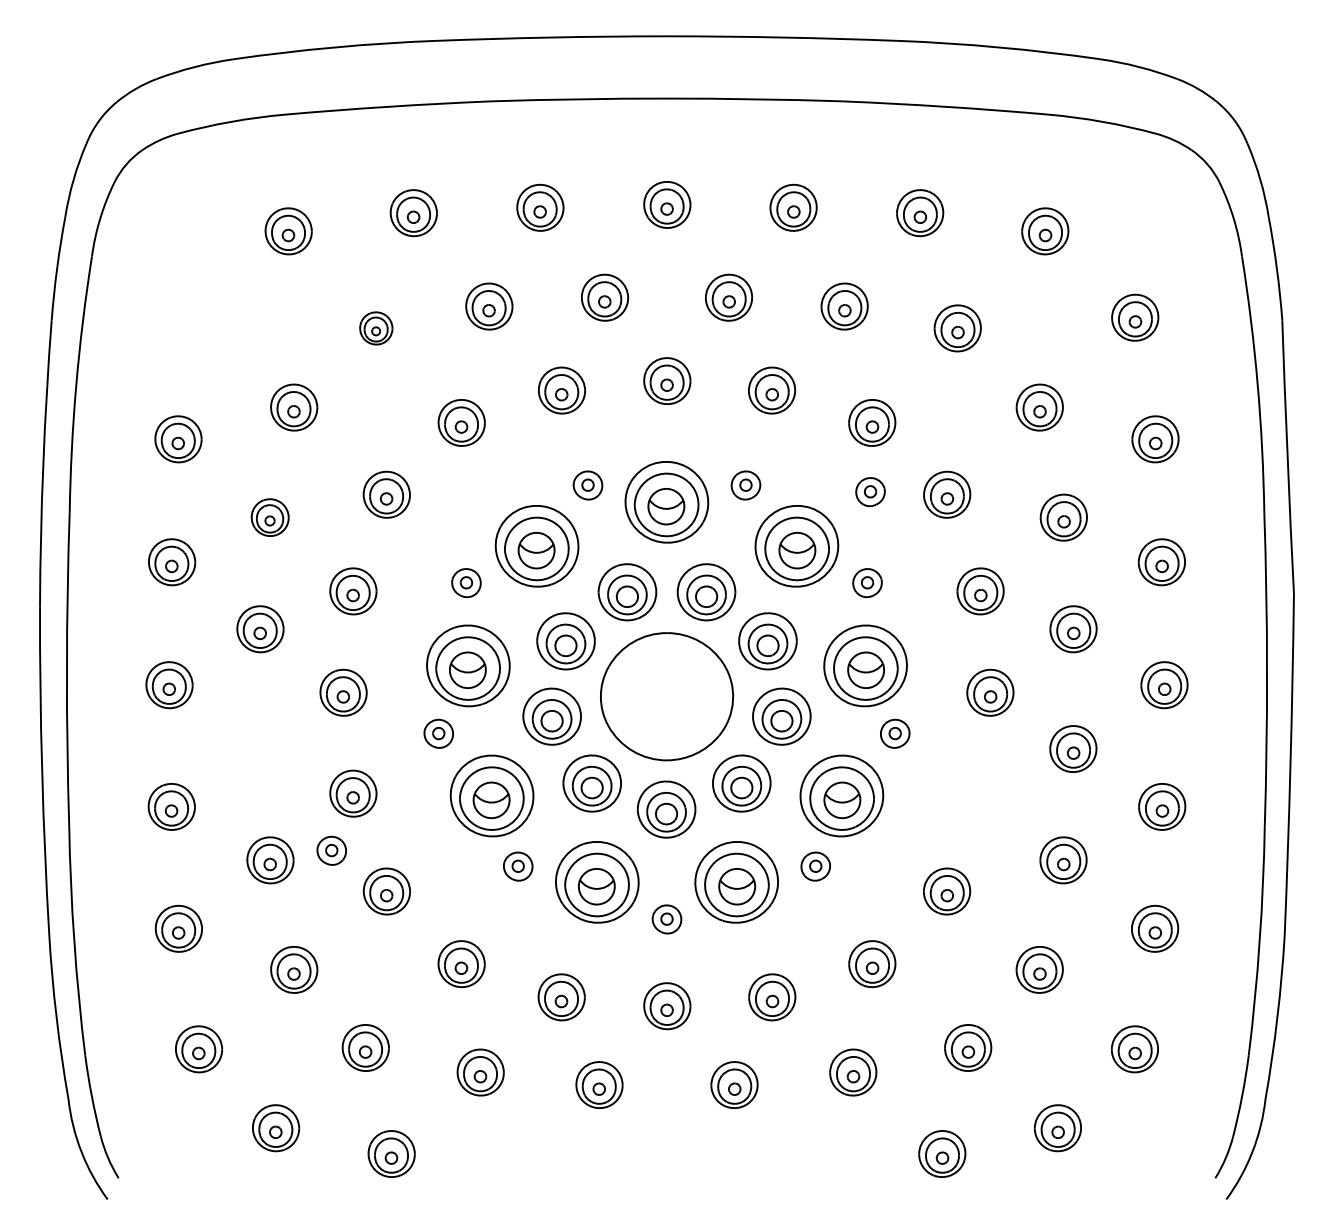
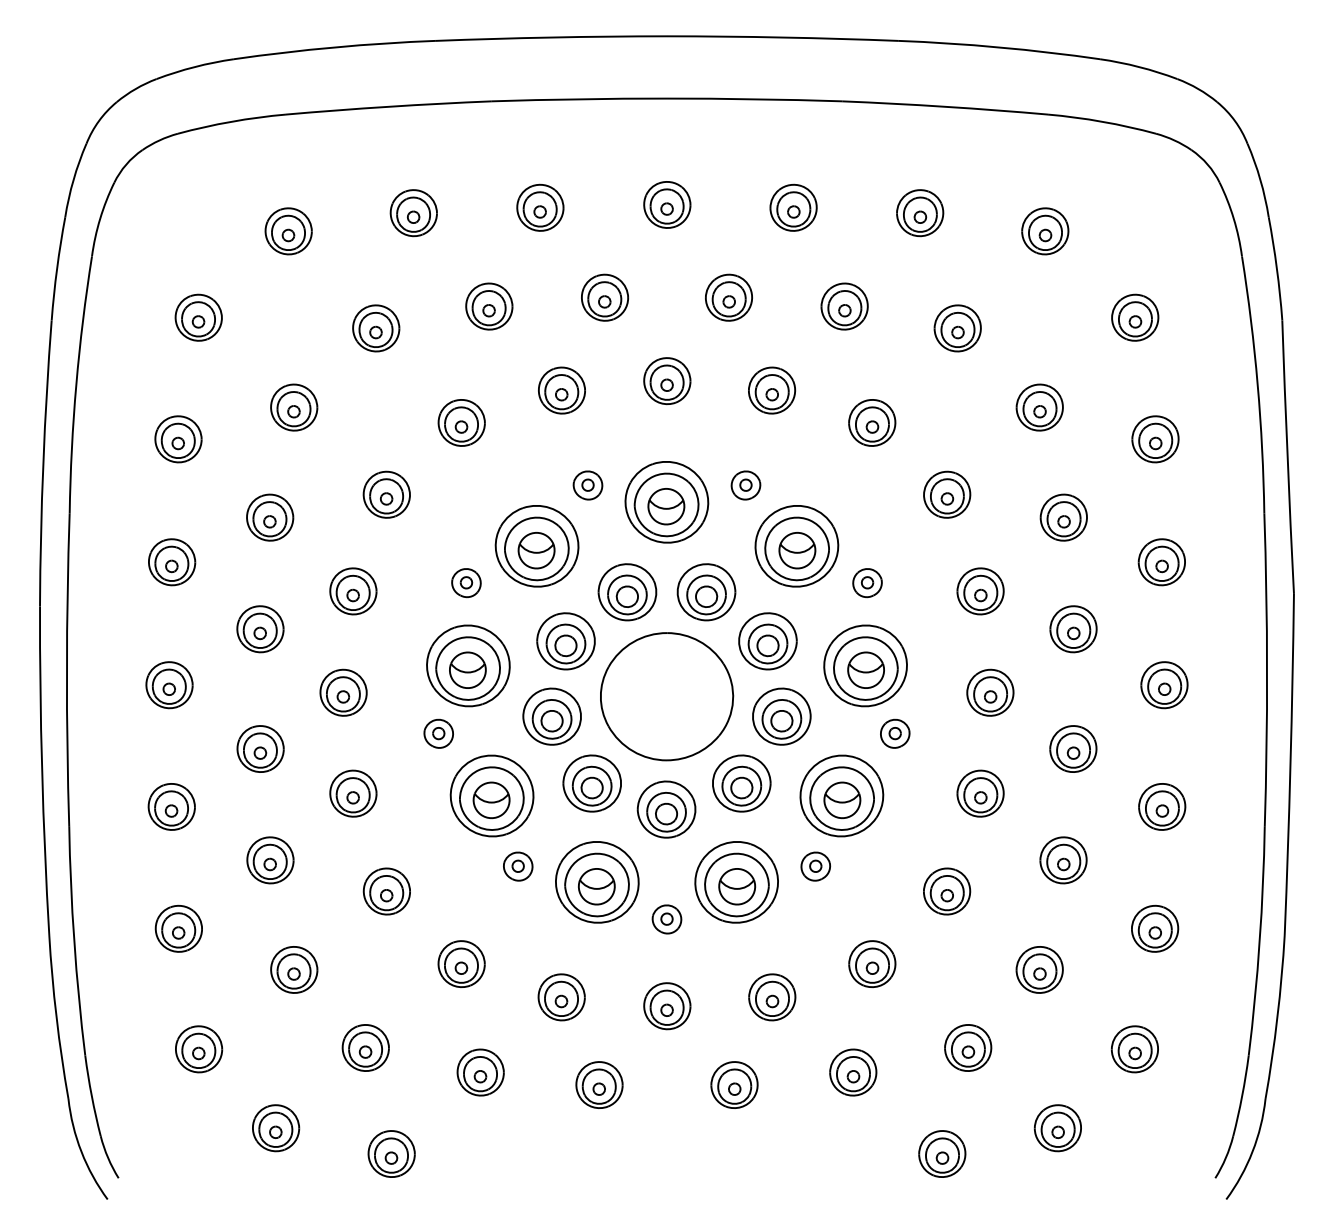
part at (198, 317): none -> present
part at (376, 328) size: 35x35 px -> 49x49 px
part at (870, 492): present -> none
part at (269, 517) size: 40x39 px -> 49x49 px
part at (260, 748): none -> present
part at (980, 793): none -> present
part at (331, 850): present -> none
